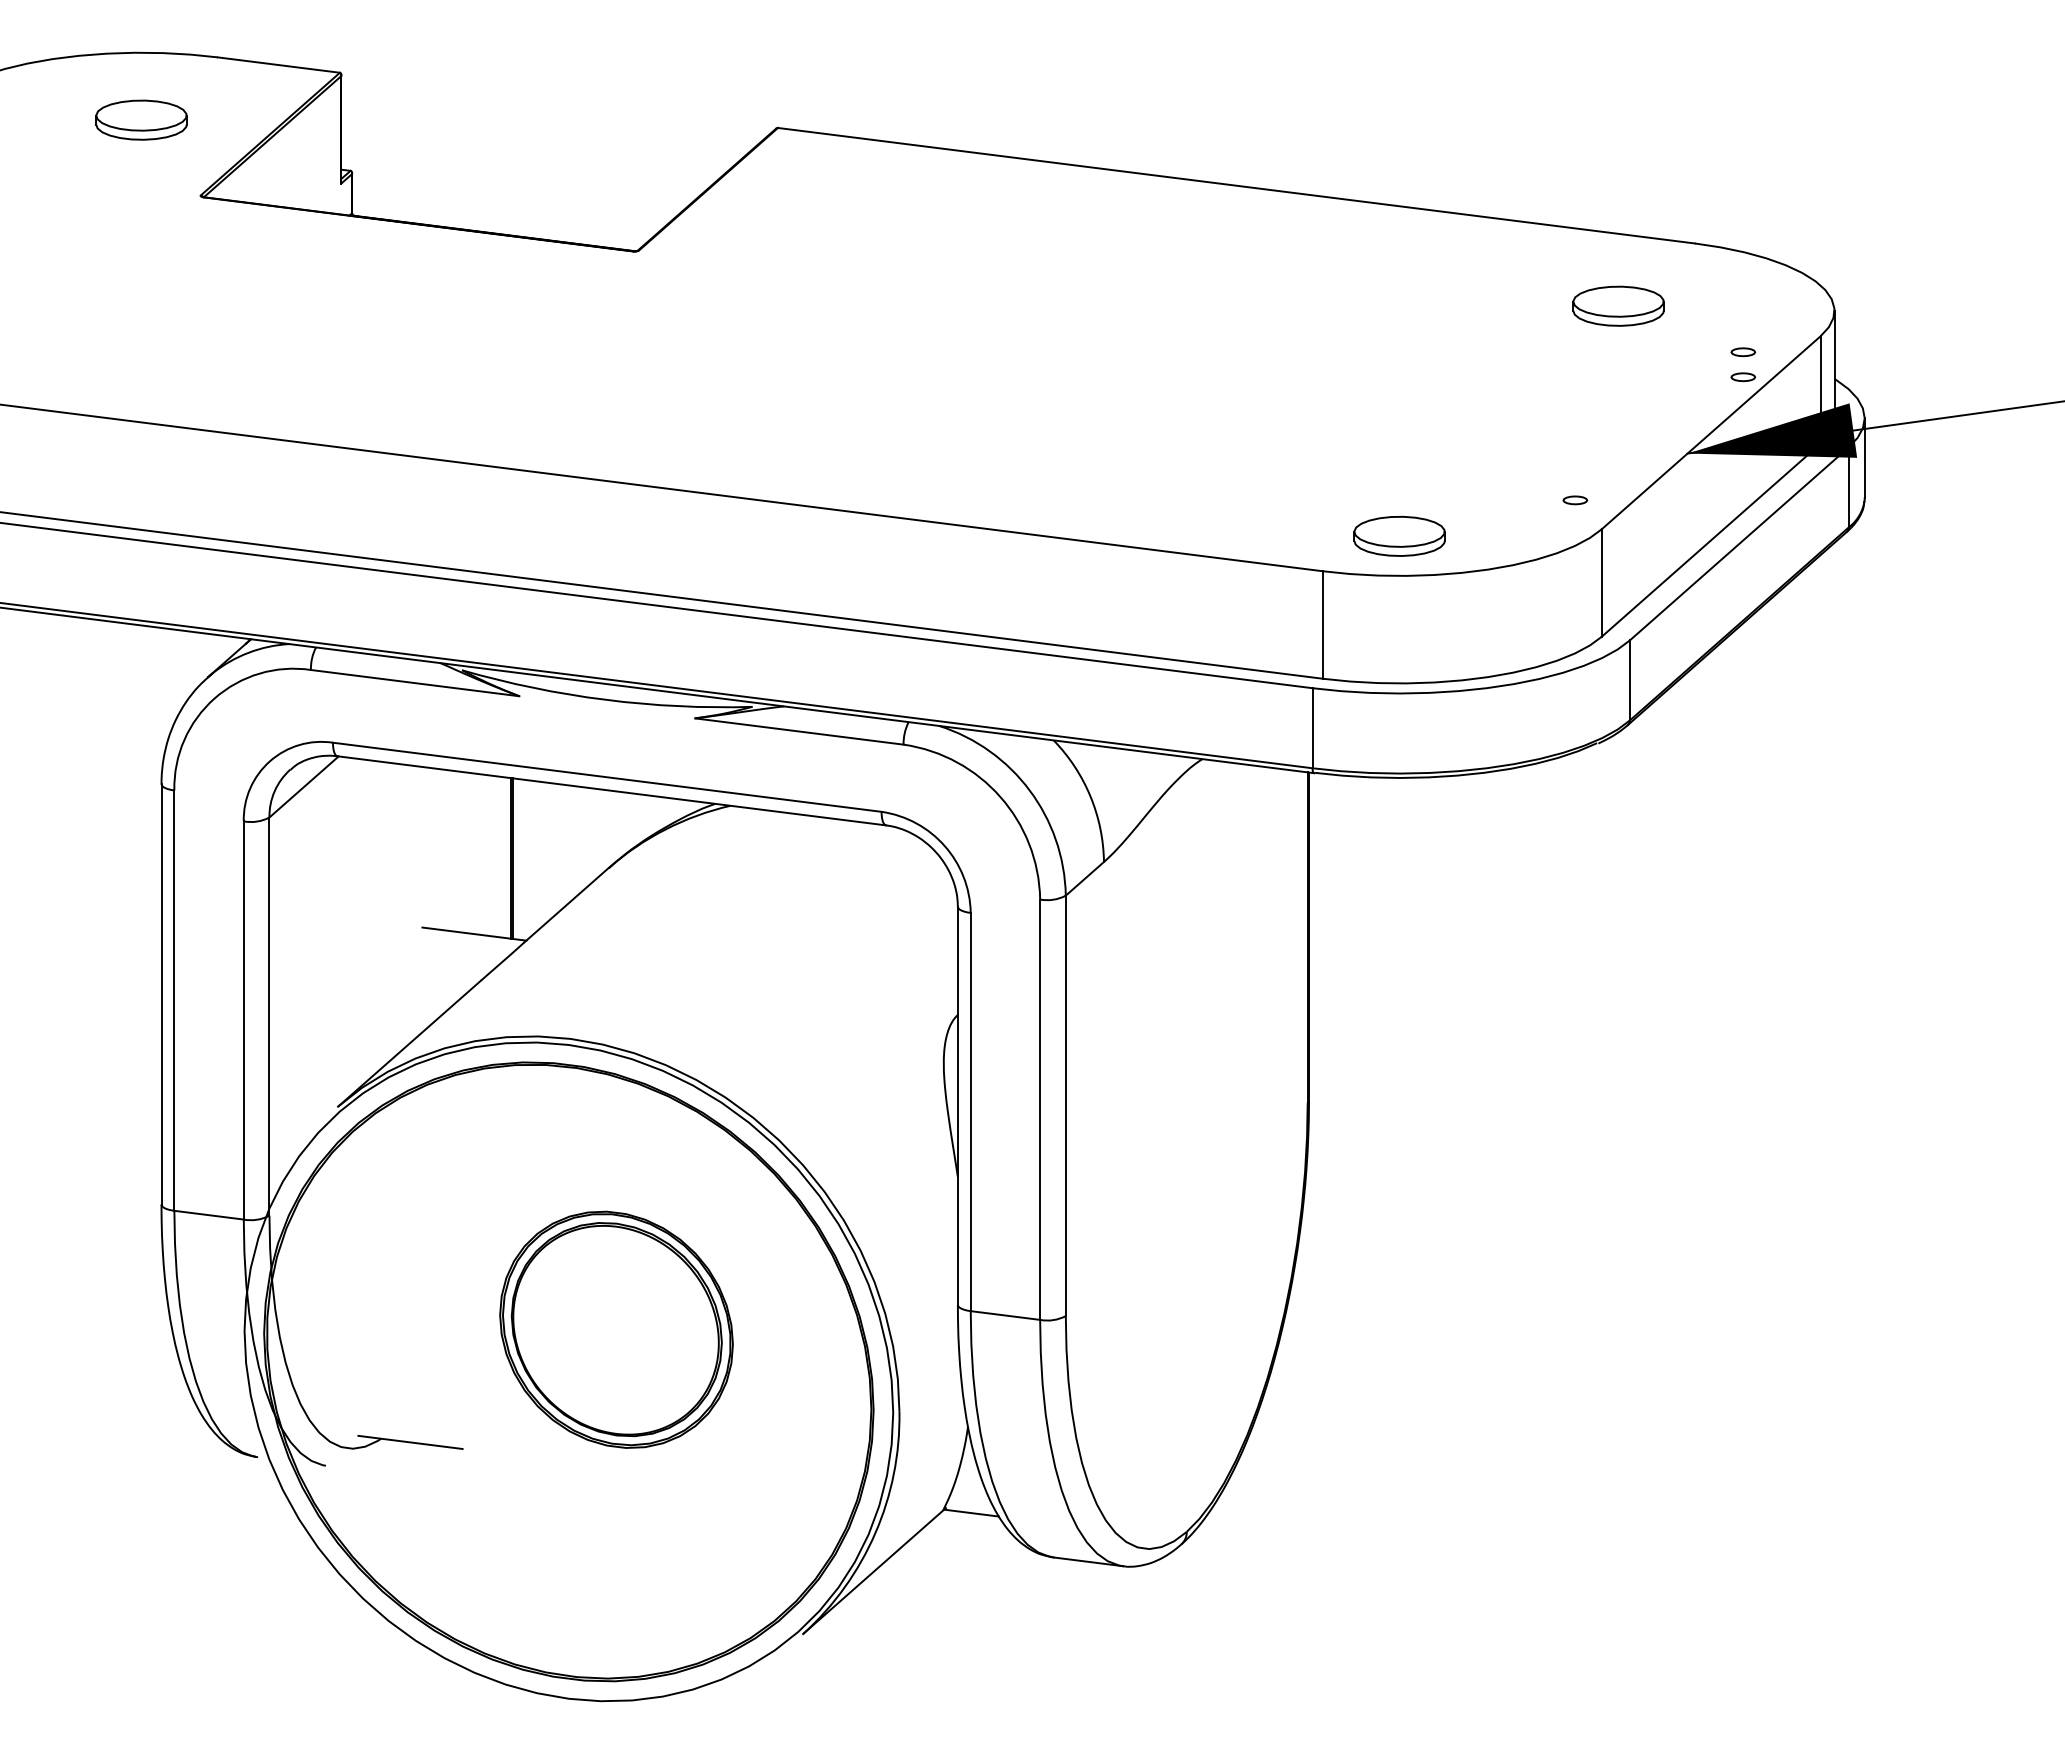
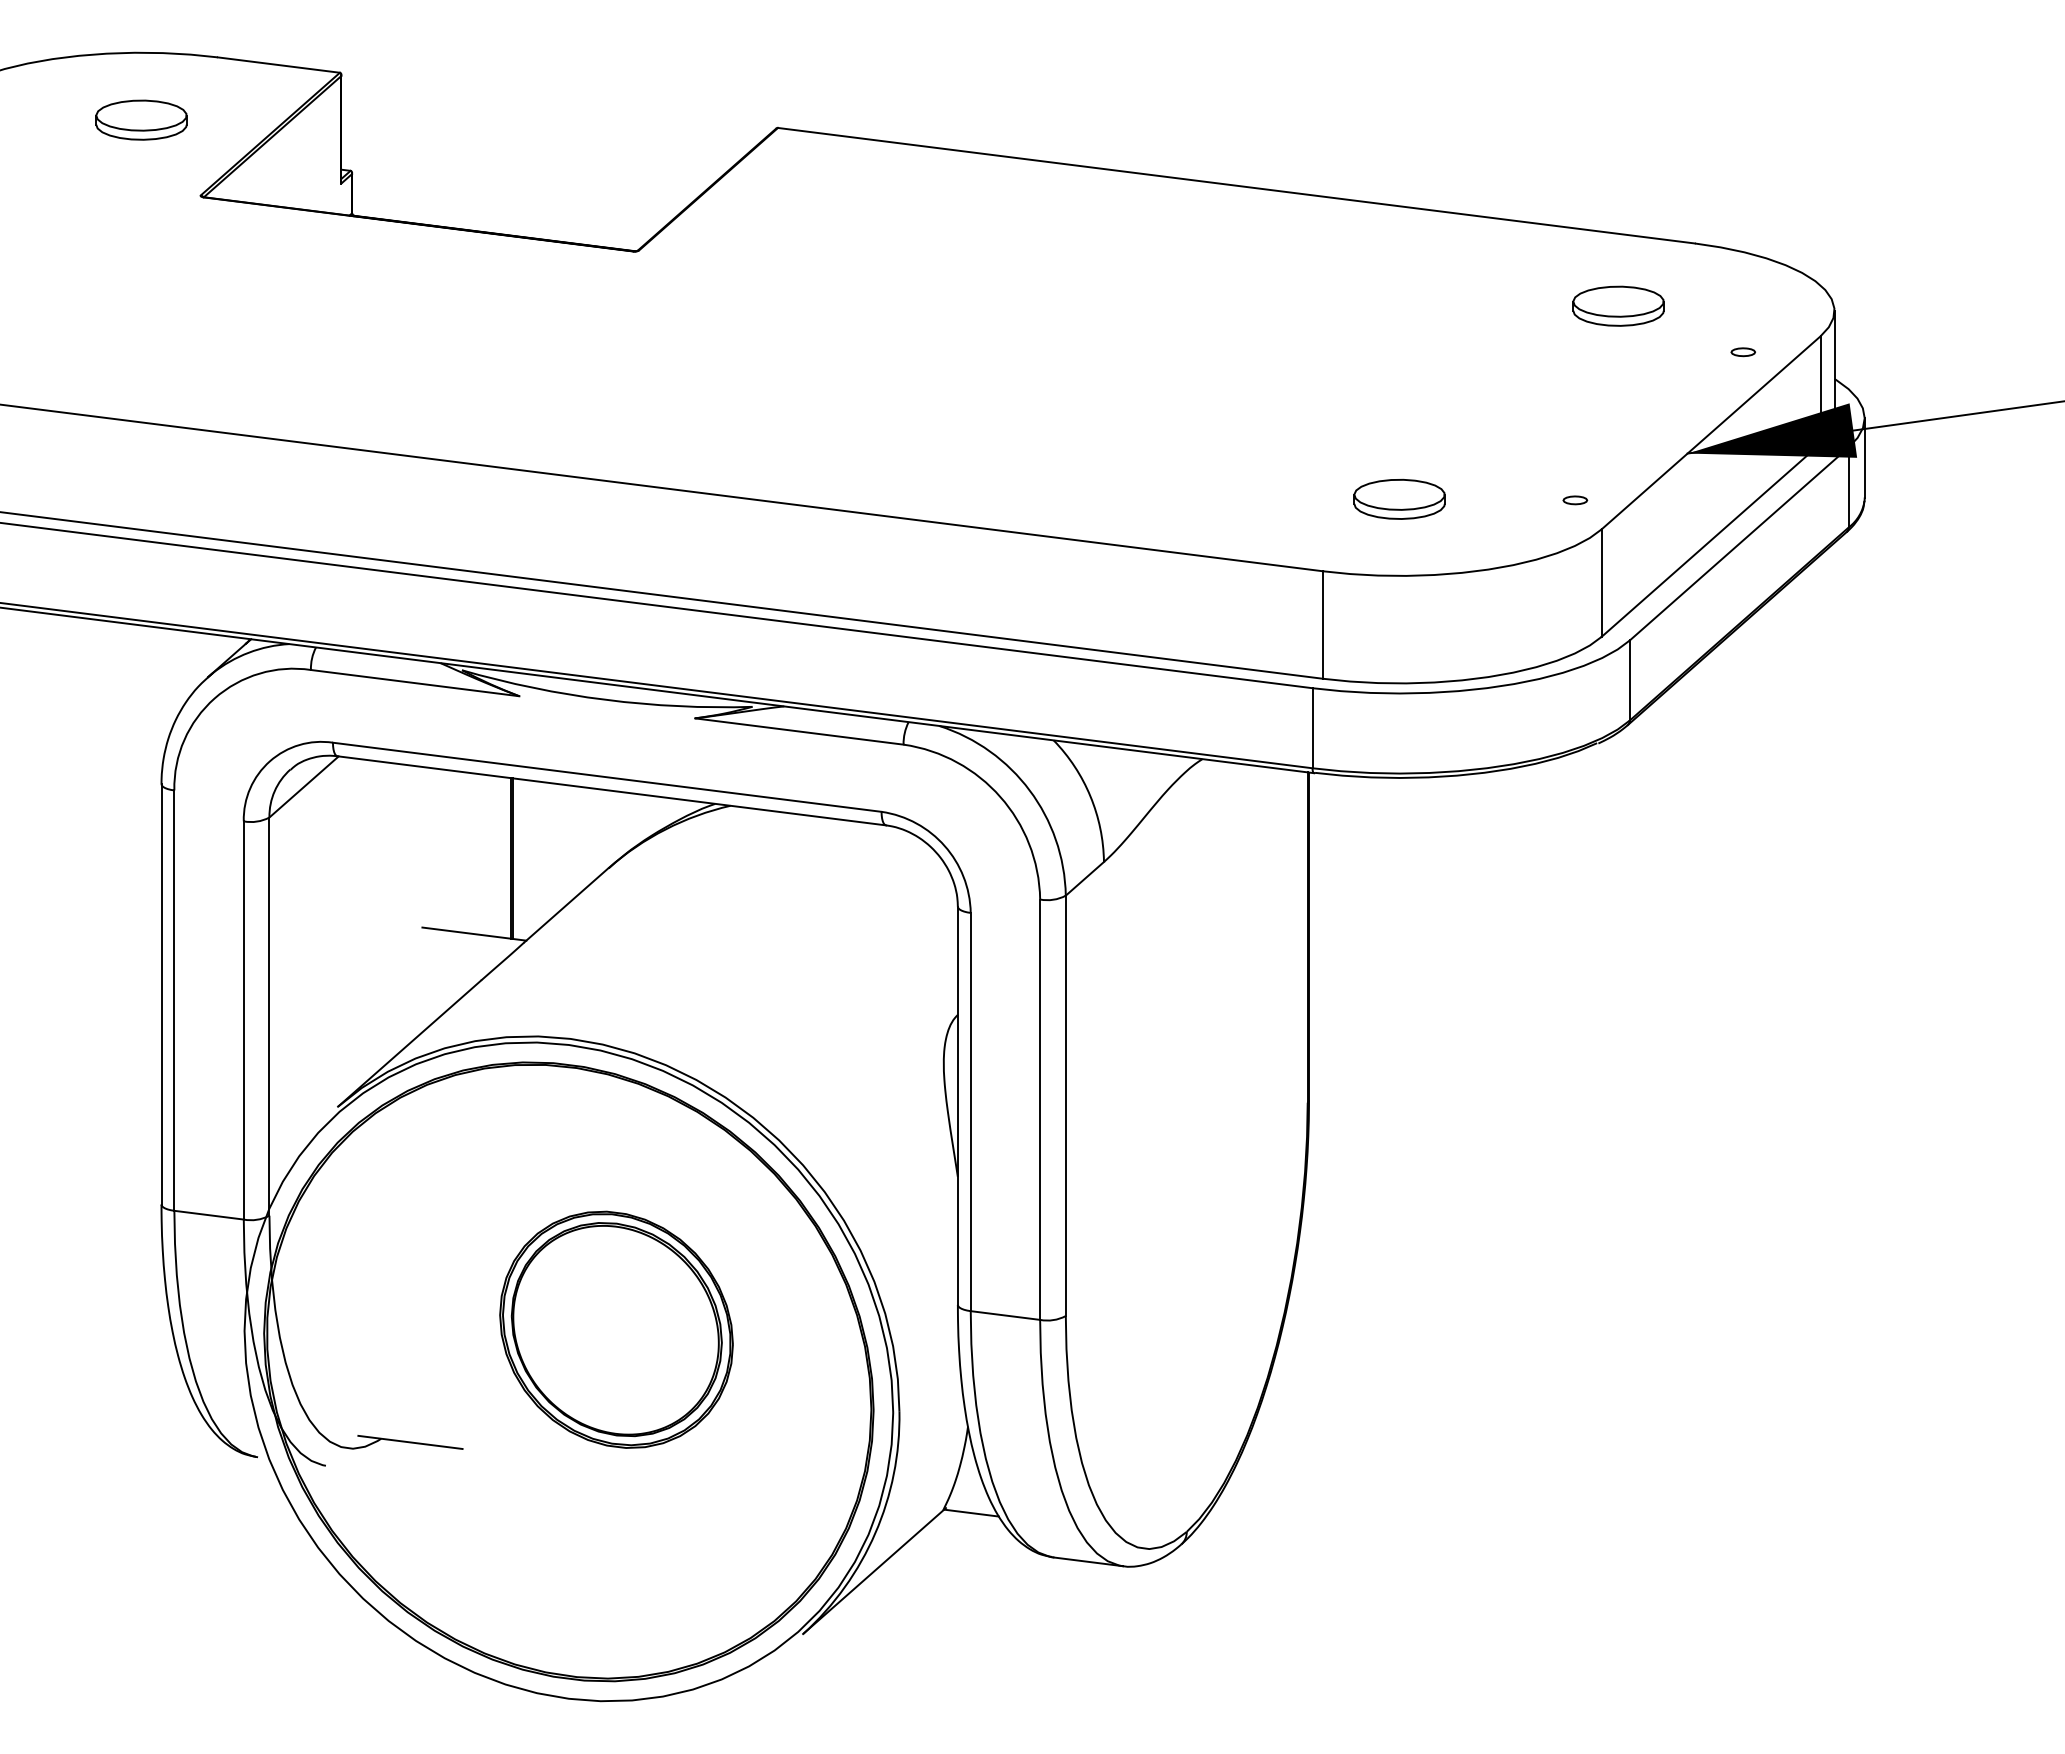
part at (1742, 377): present -> none
part at (1399, 535) position: (1399, 535) -> (1399, 498)
